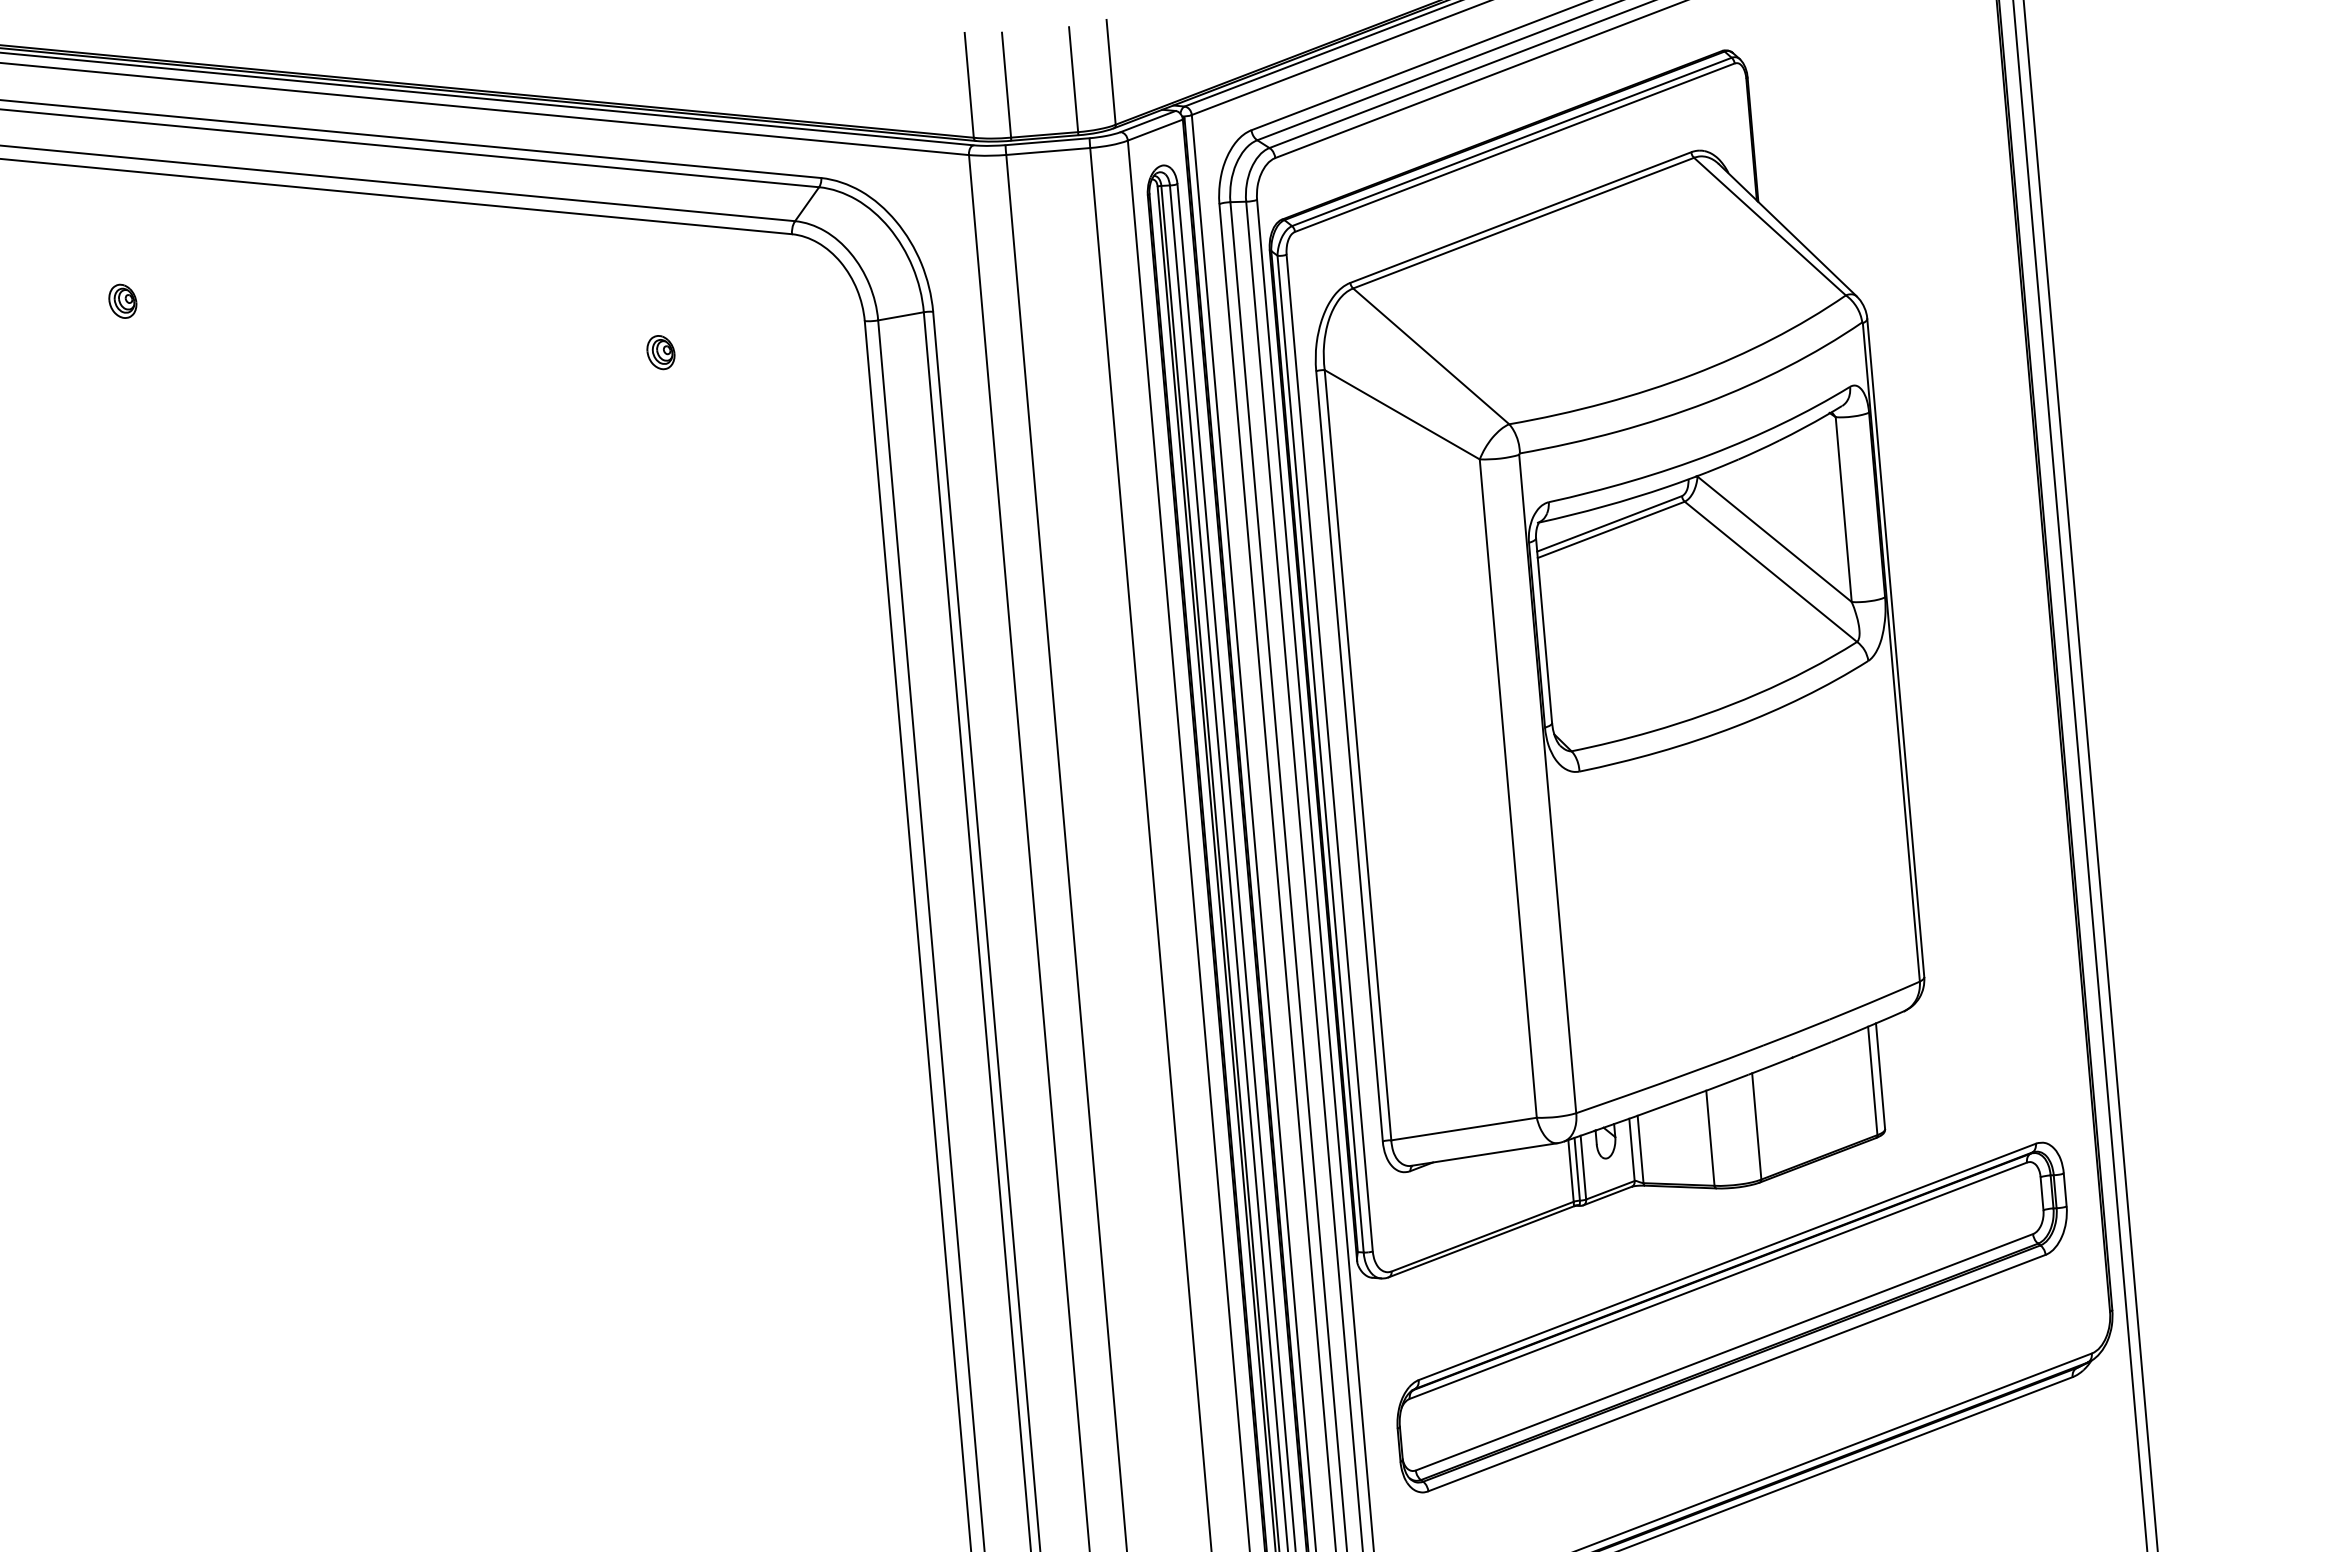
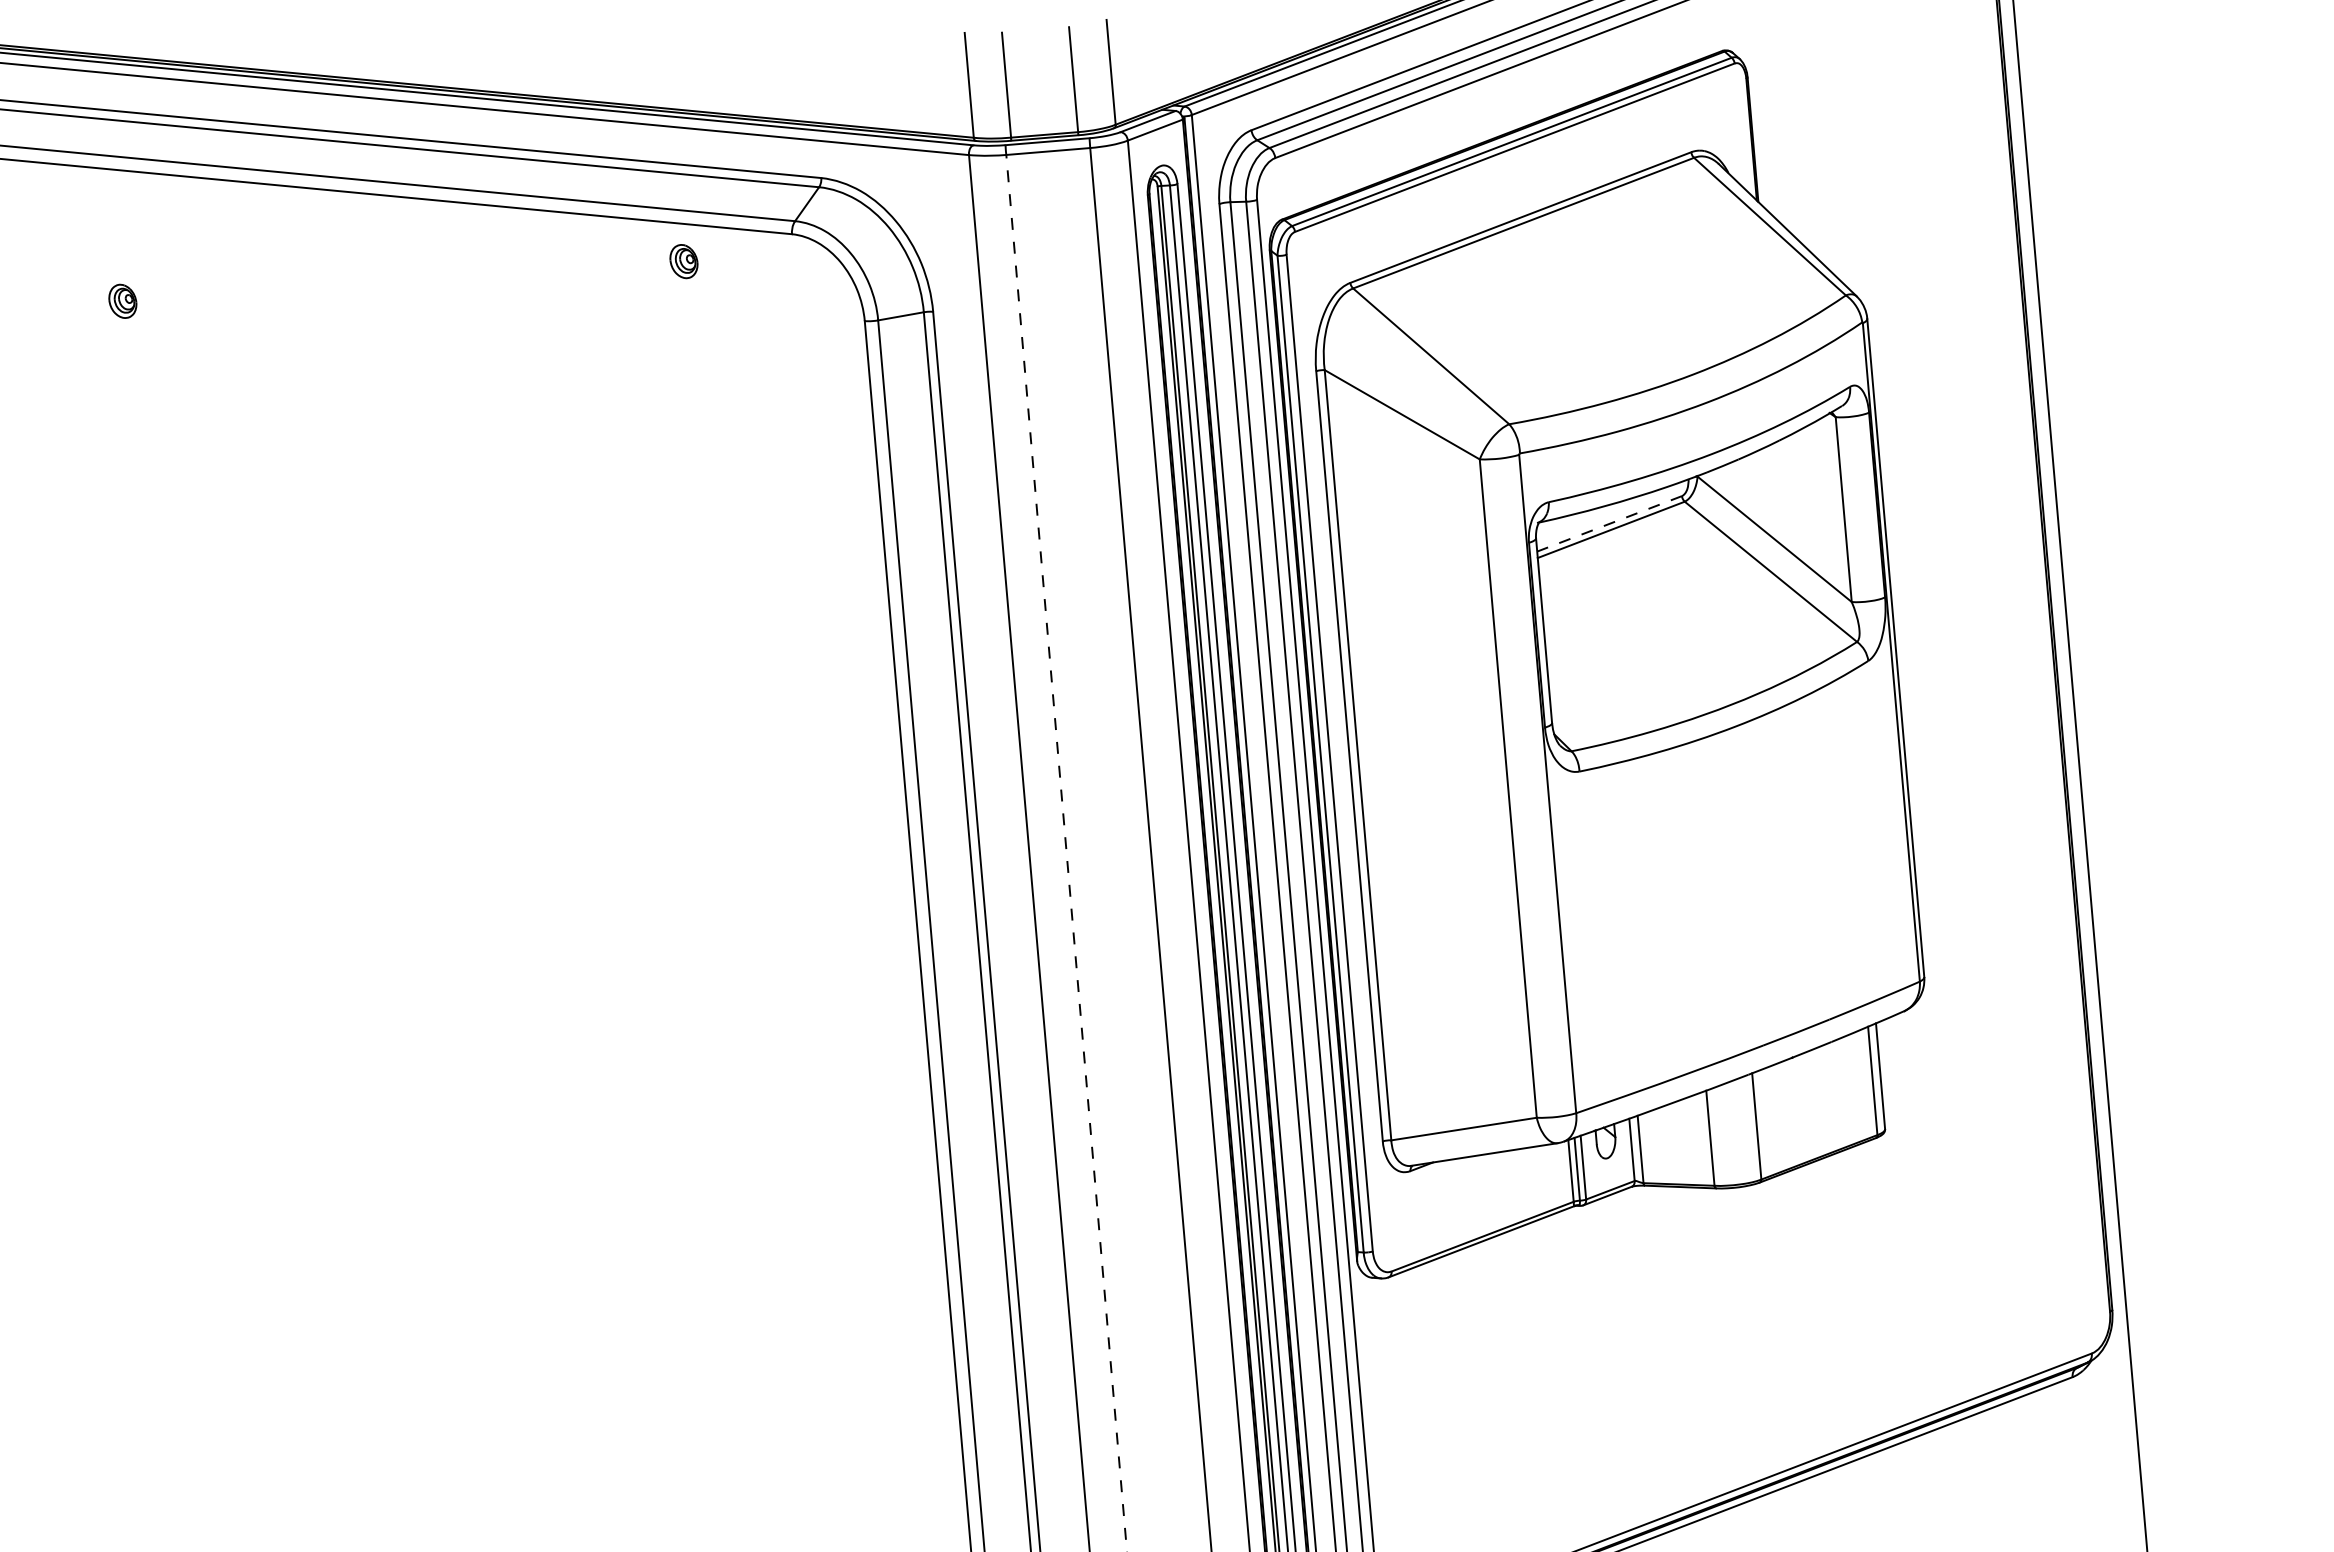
part at (660, 352) position: (660, 352) -> (683, 261)
line at (1609, 523): solid -> dashed
line at (2090, 775): present -> none
line at (1066, 853): solid -> dashed
part at (1731, 1317): present -> none
